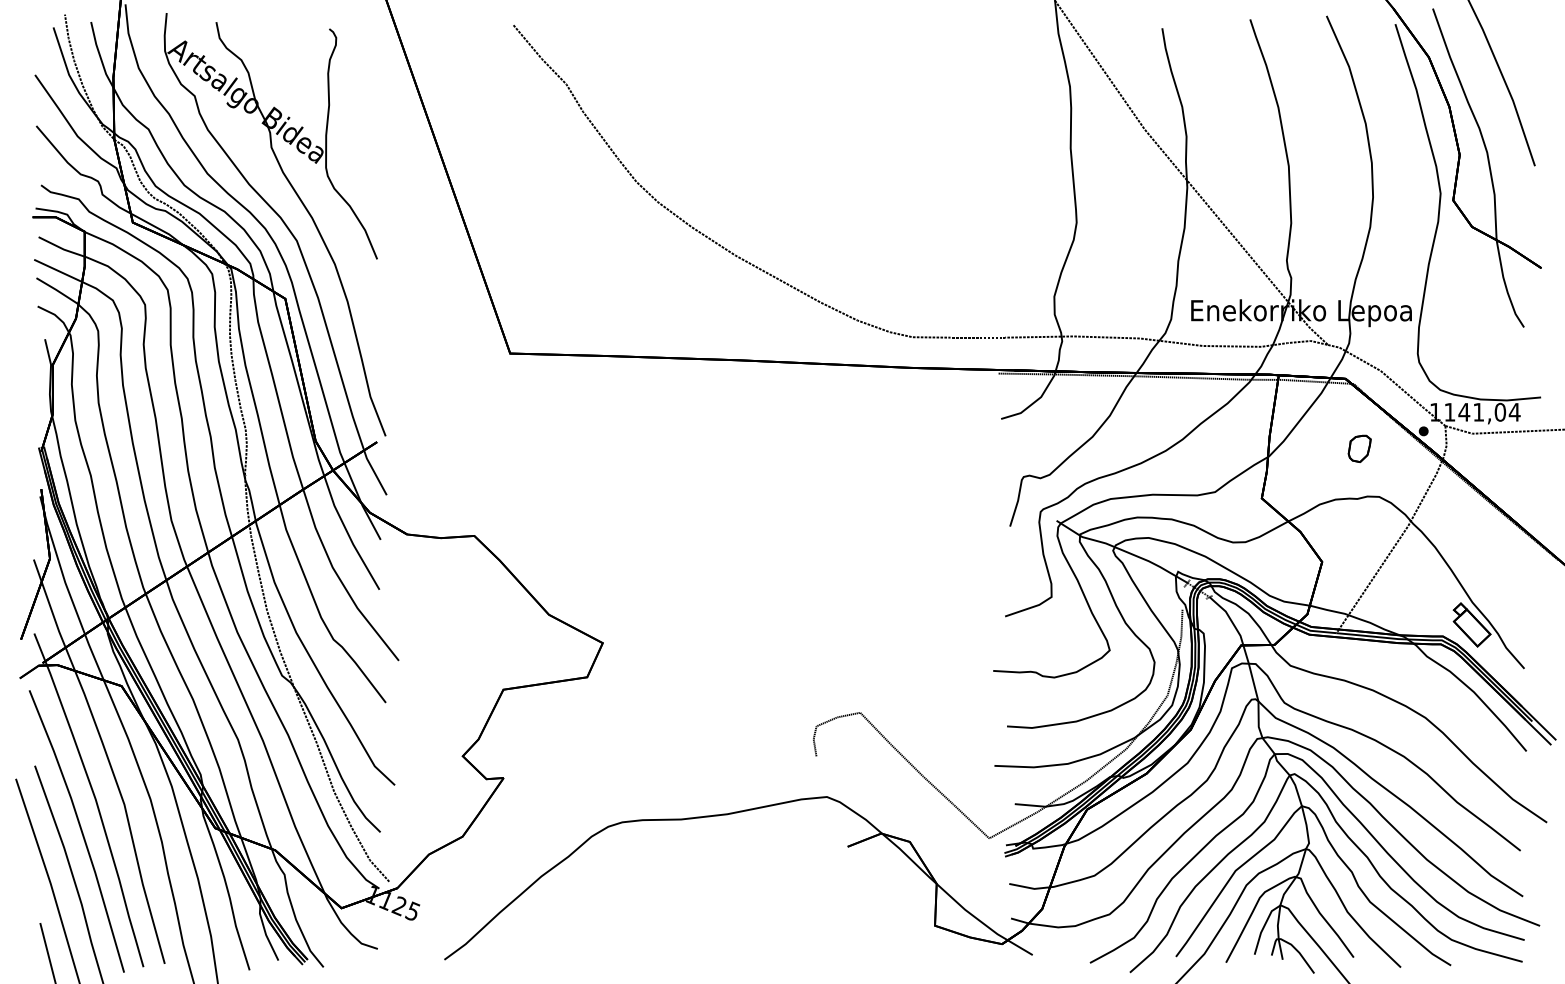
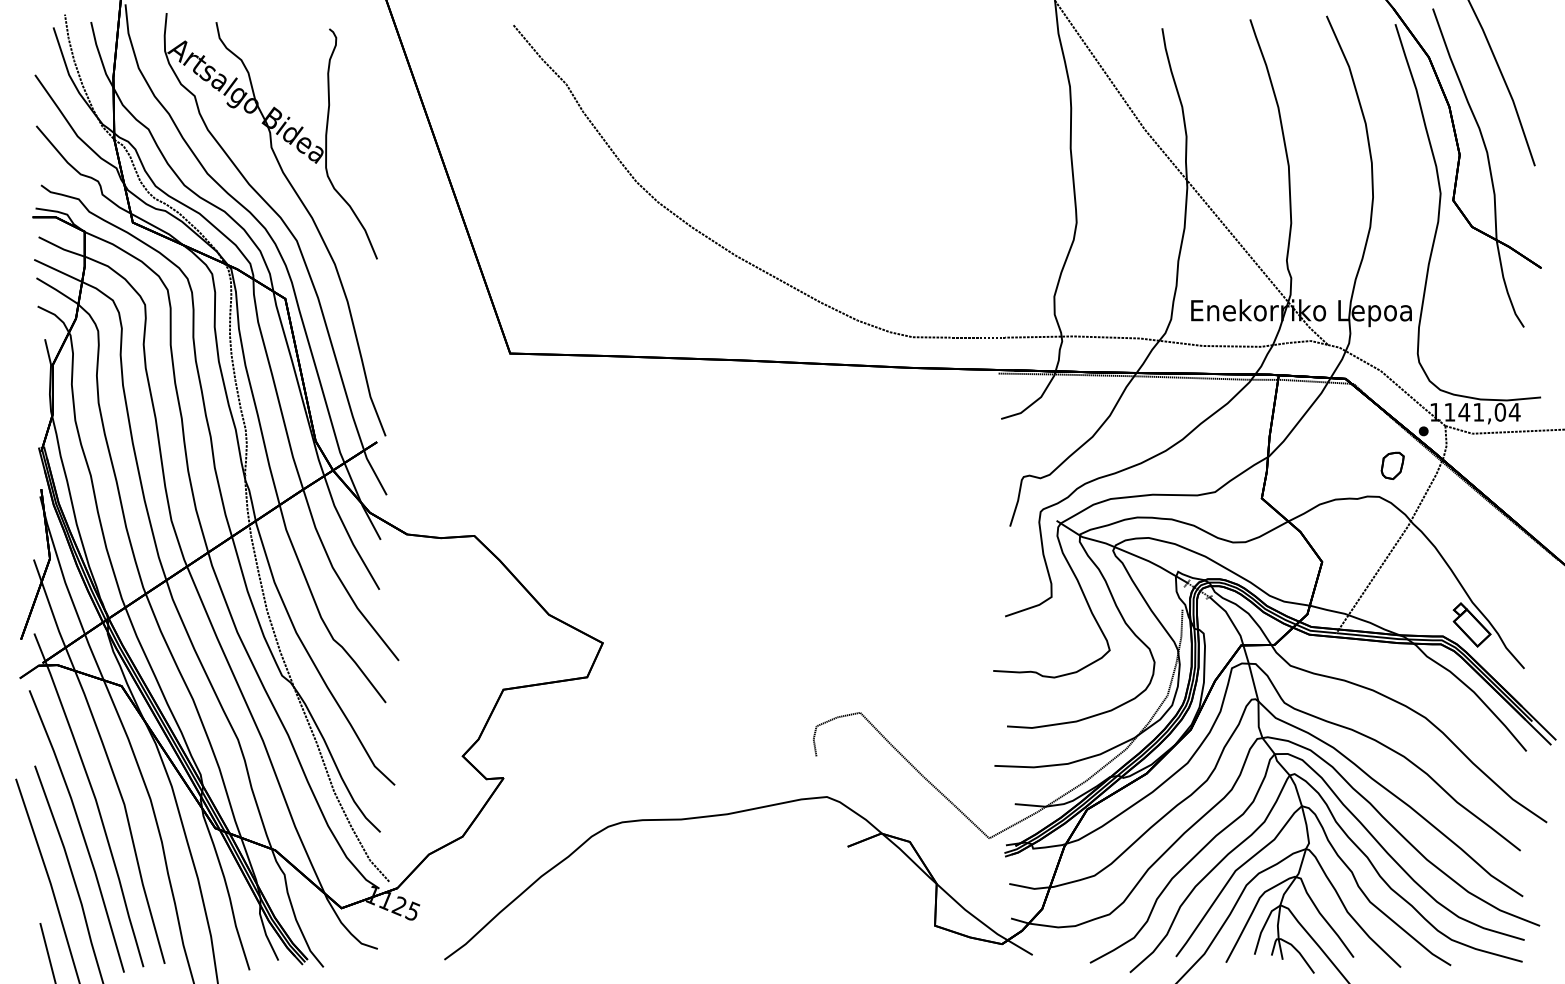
part at (1359, 448) position: (1359, 448) -> (1392, 465)
